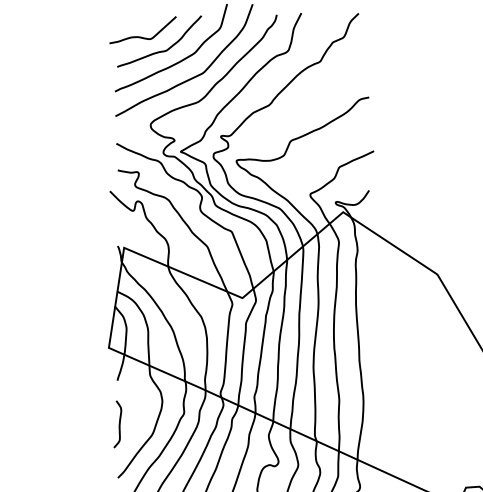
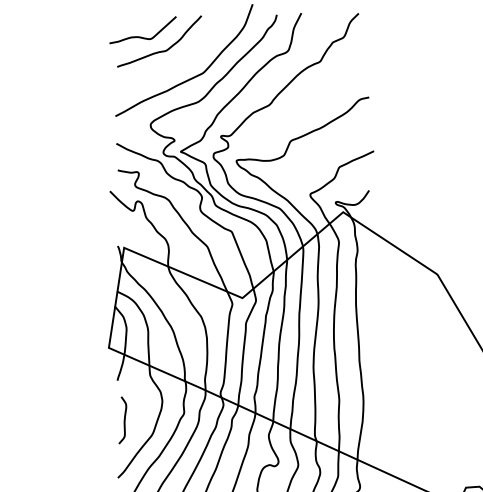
curve at (176, 62): present -> none
curve at (118, 424) position: (118, 424) -> (123, 420)
